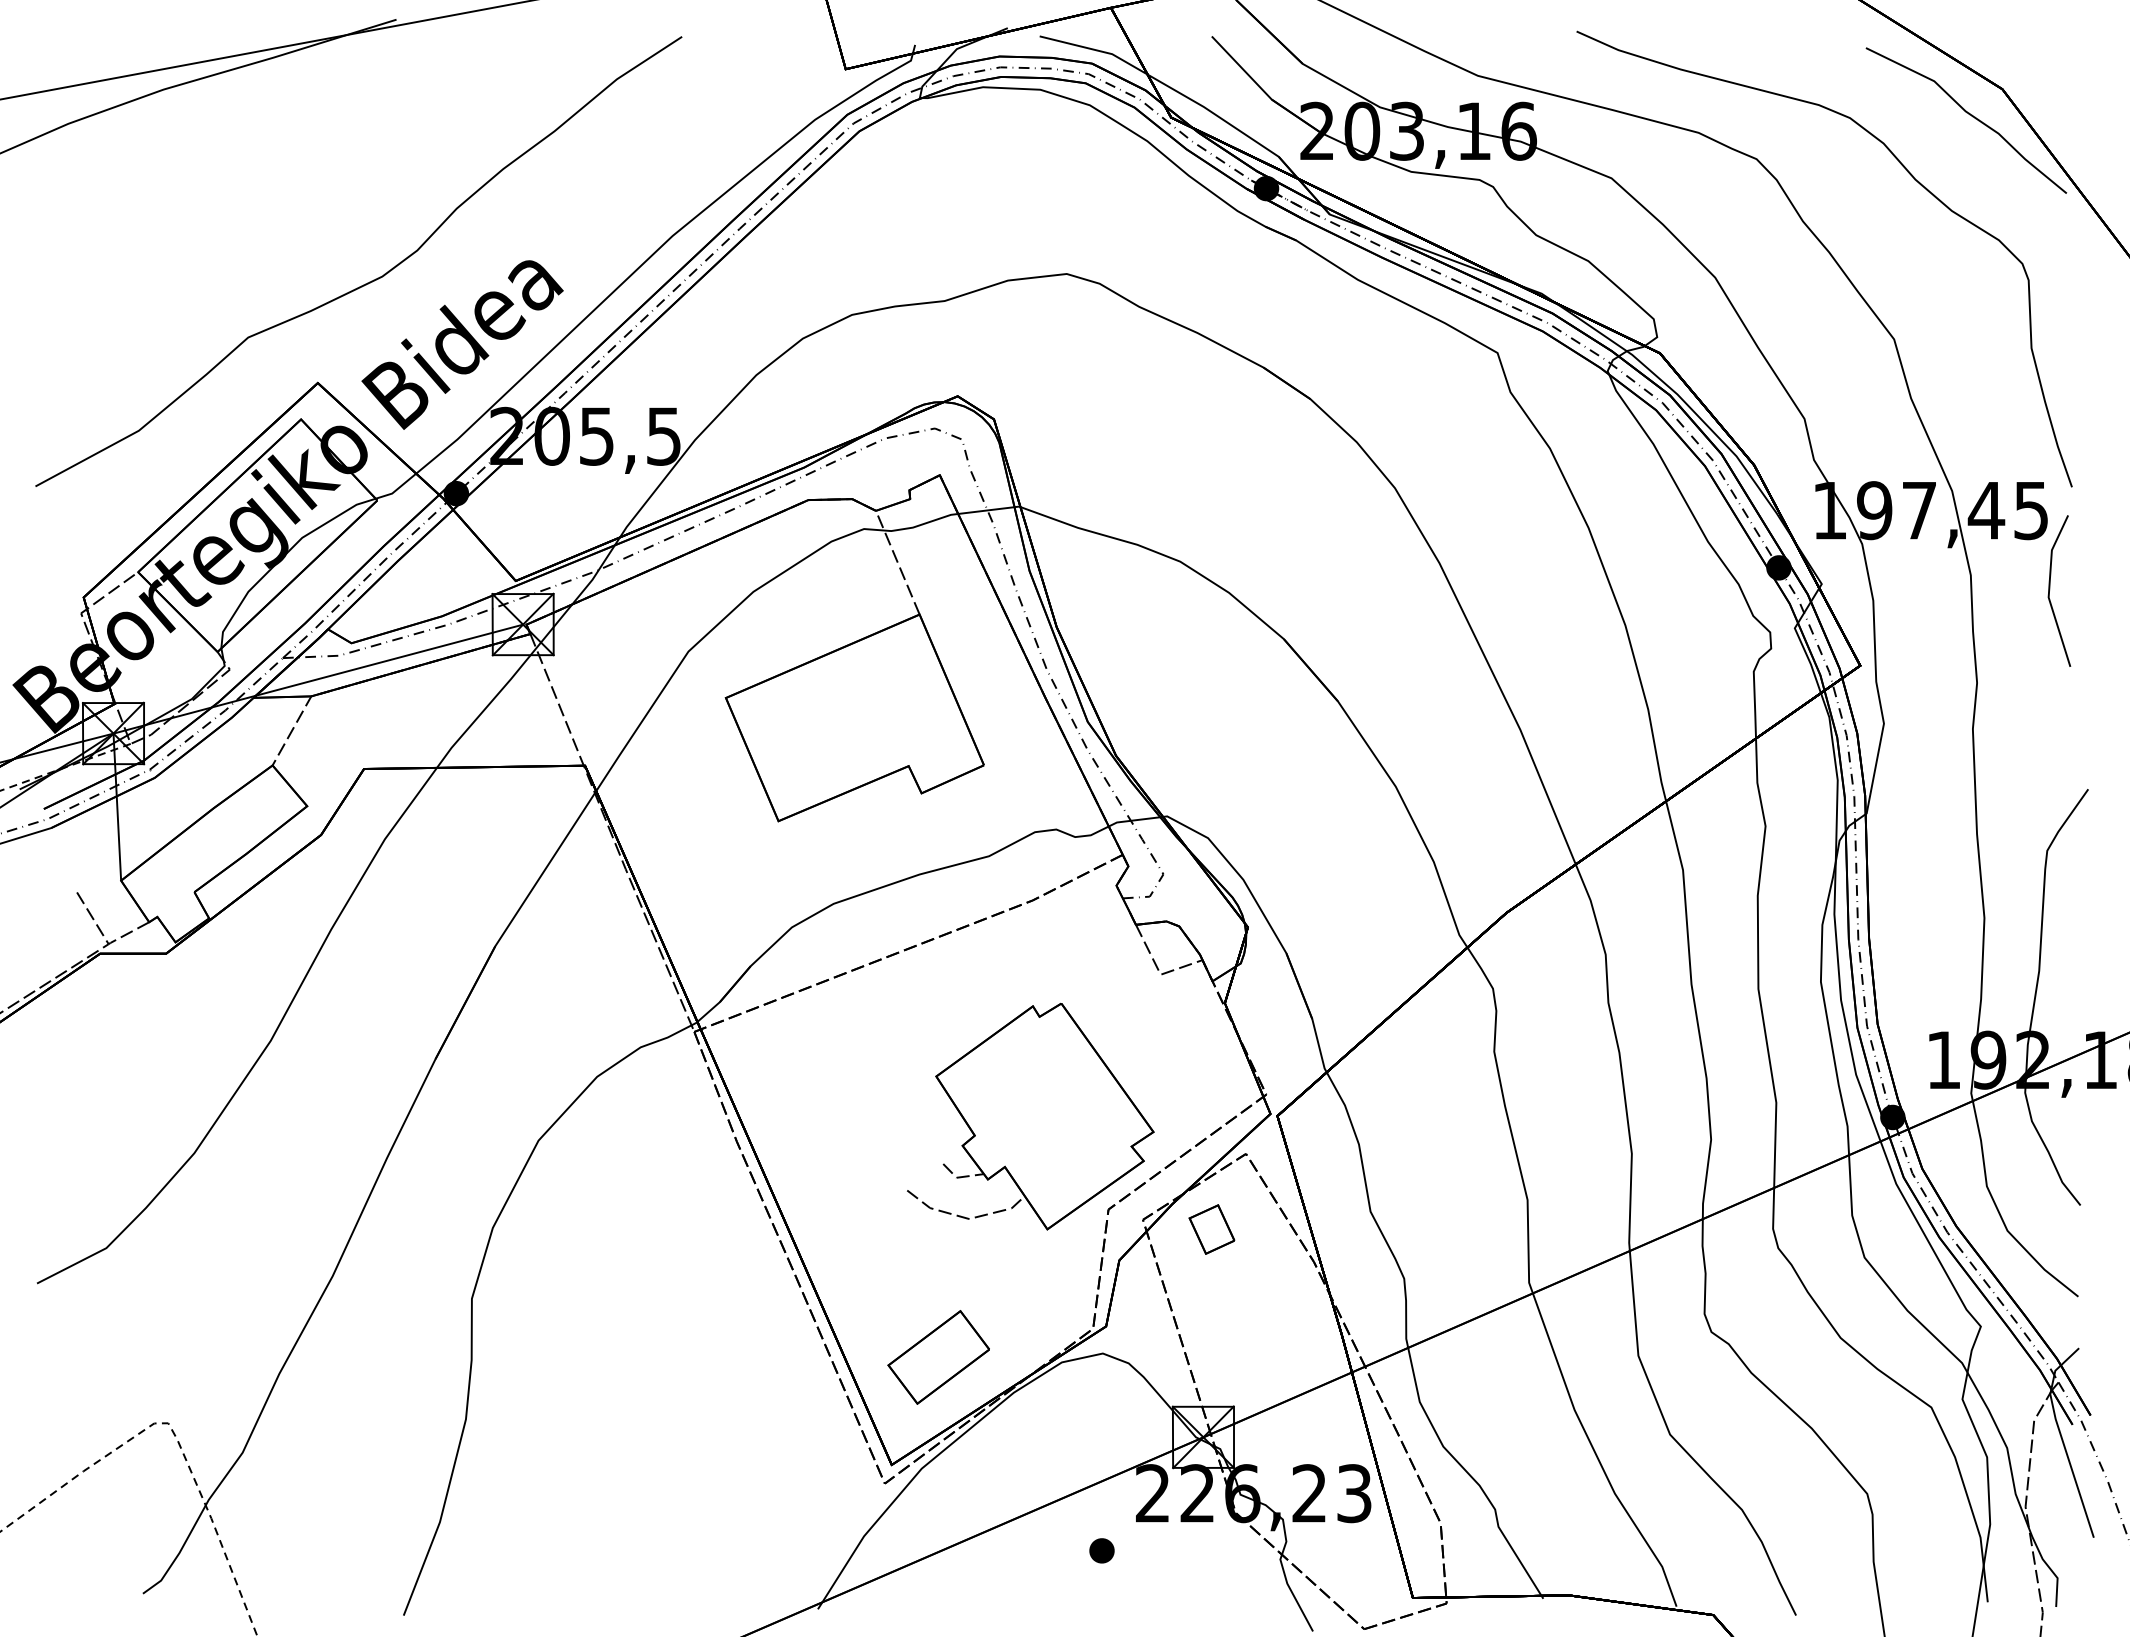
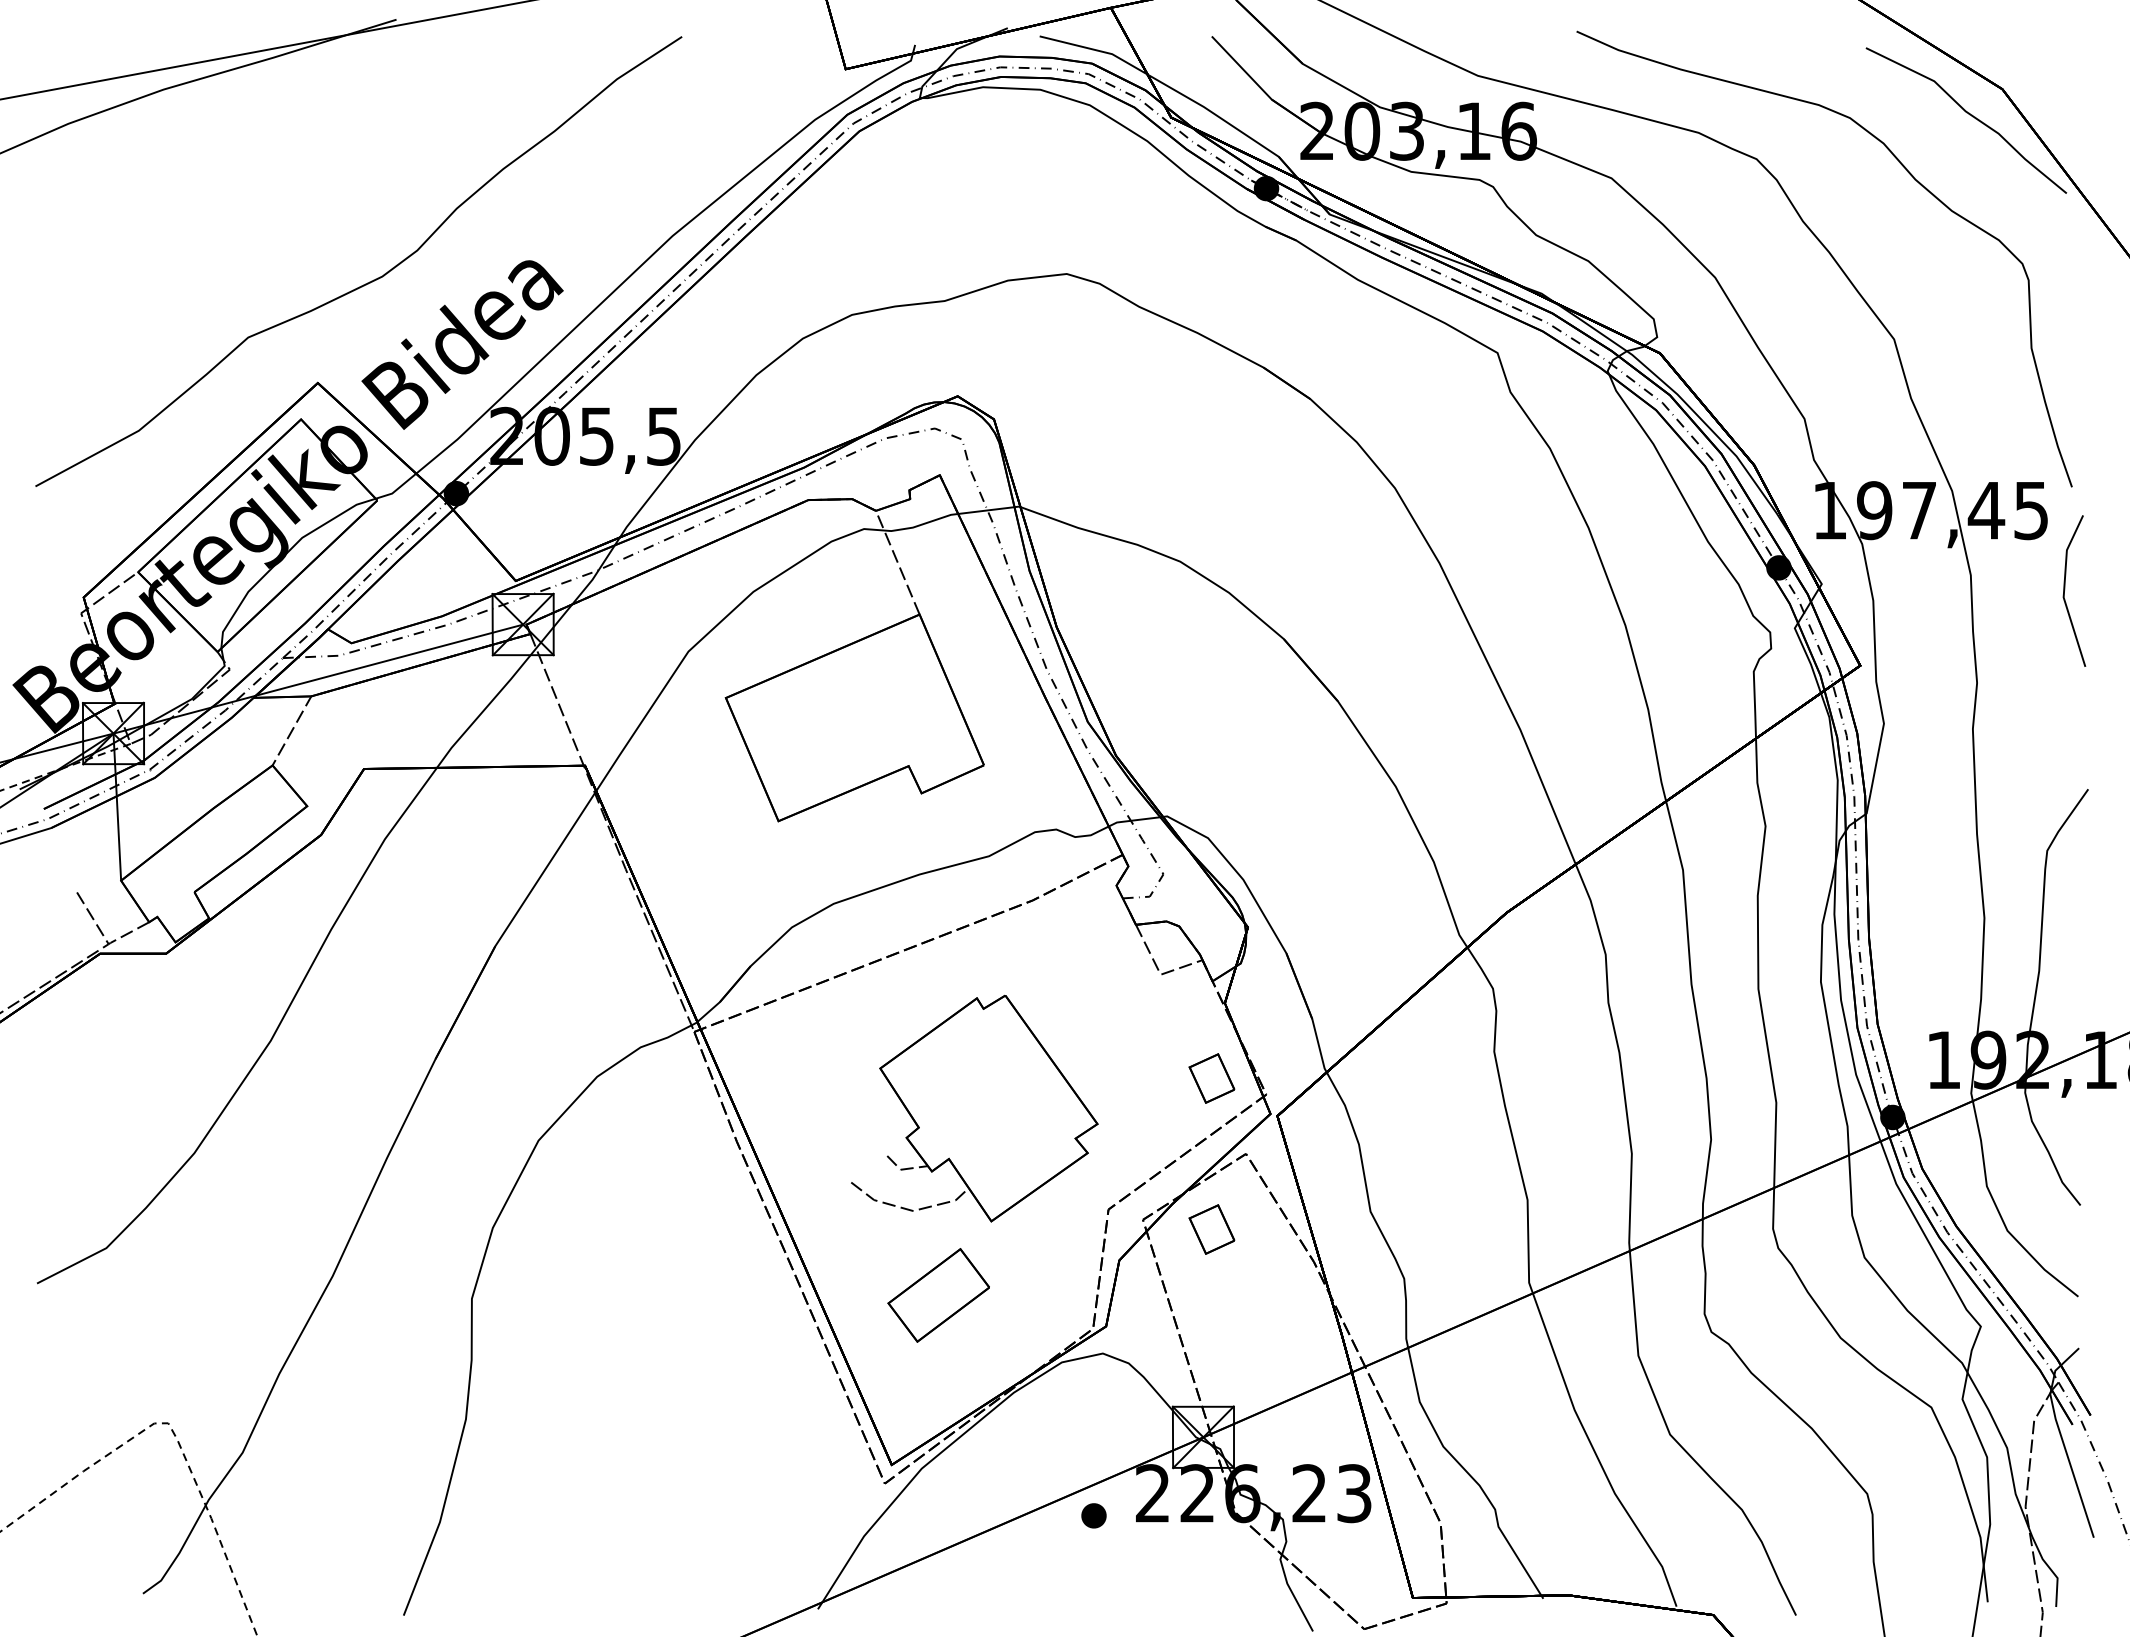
line at (2050, 589) position: (2050, 589) -> (2065, 589)
part at (1211, 1078): none -> present
part at (1030, 1116) position: (1030, 1116) -> (974, 1108)
part at (938, 1357) position: (938, 1357) -> (938, 1295)
part at (1101, 1550) position: (1101, 1550) -> (1093, 1515)
